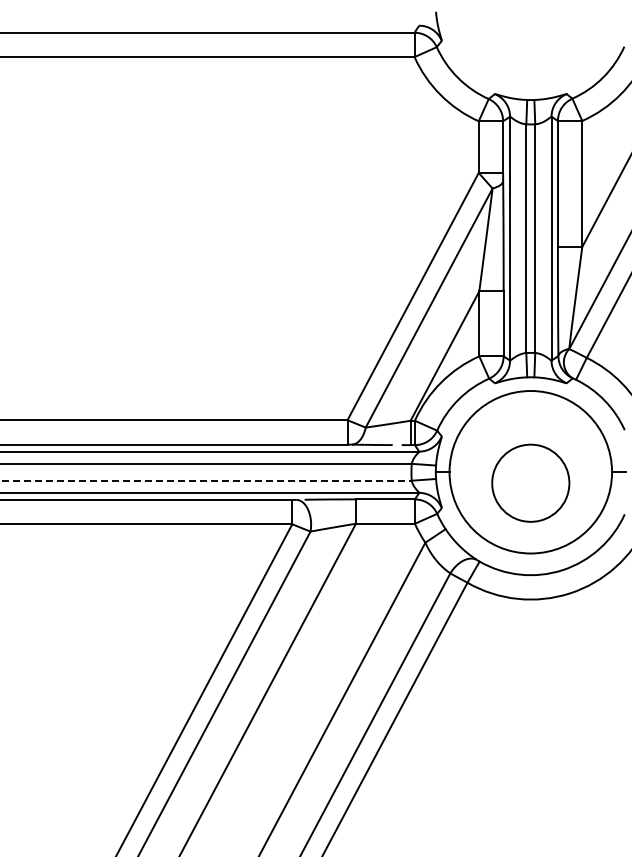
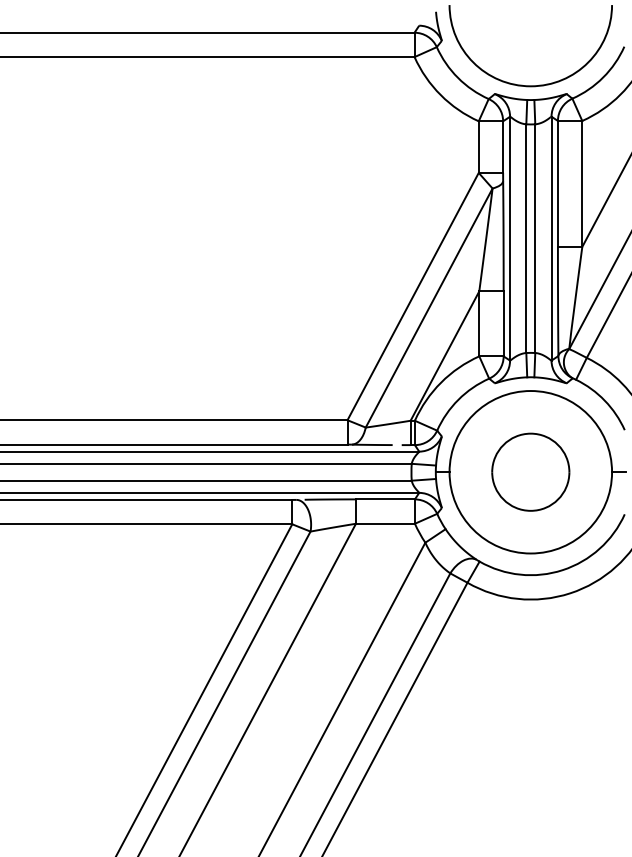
arc at (522, 84): none -> present
line at (206, 480): dashed -> solid
part at (530, 482) position: (530, 482) -> (530, 471)
